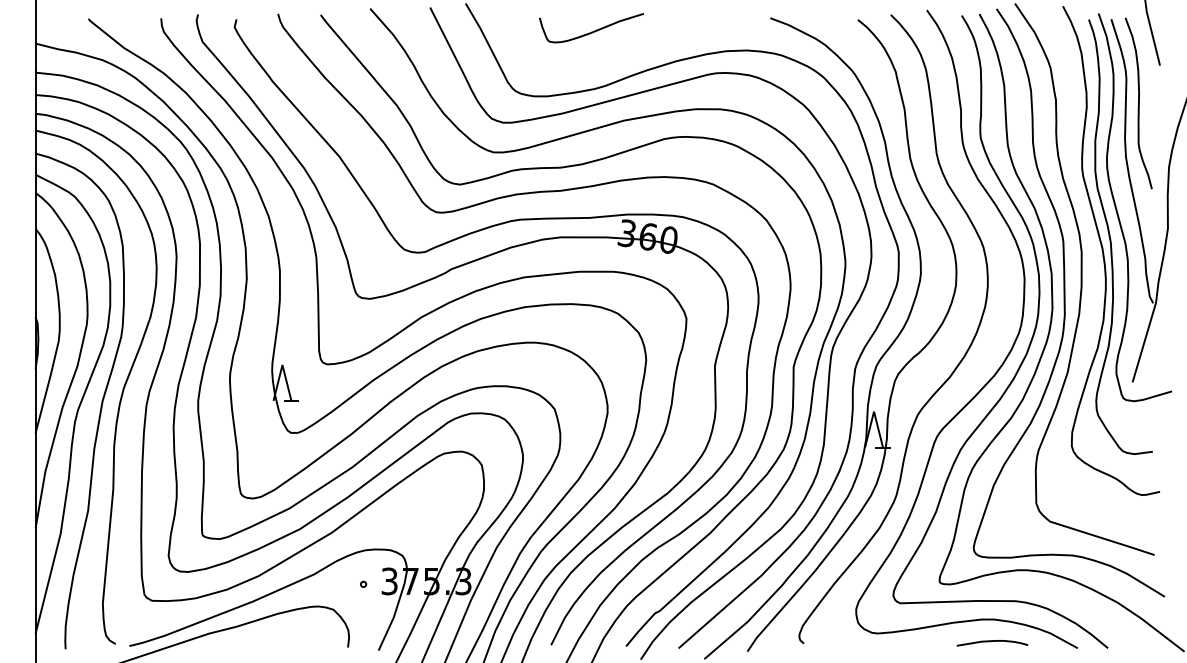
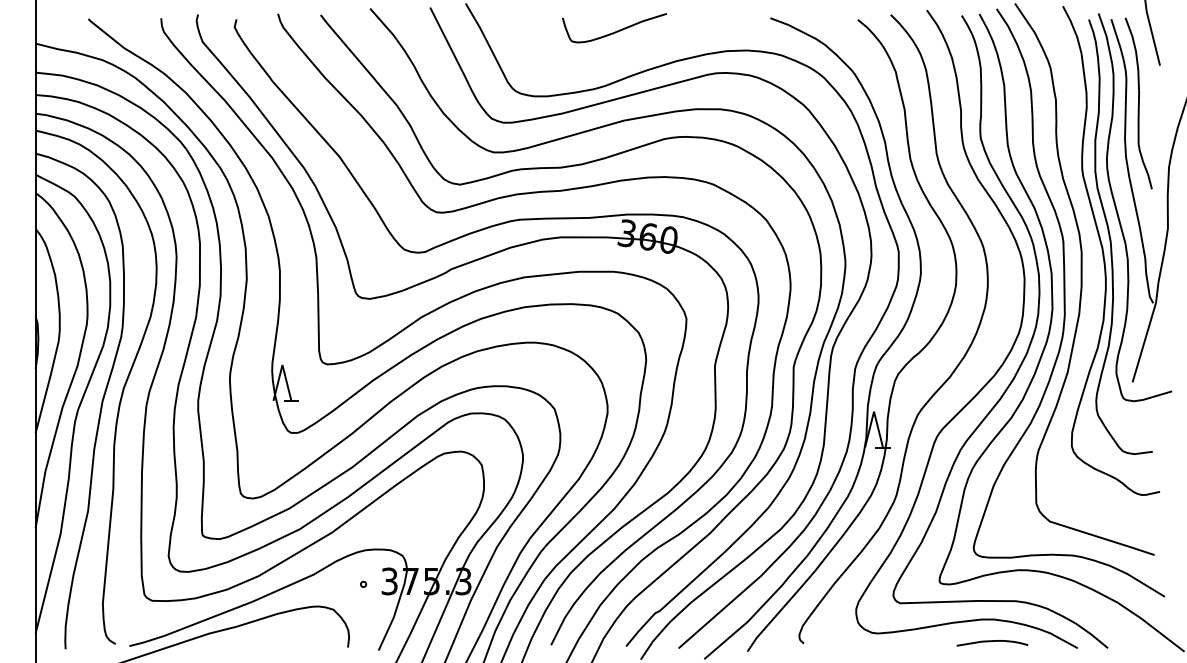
curve at (591, 31) position: (591, 31) -> (614, 31)
